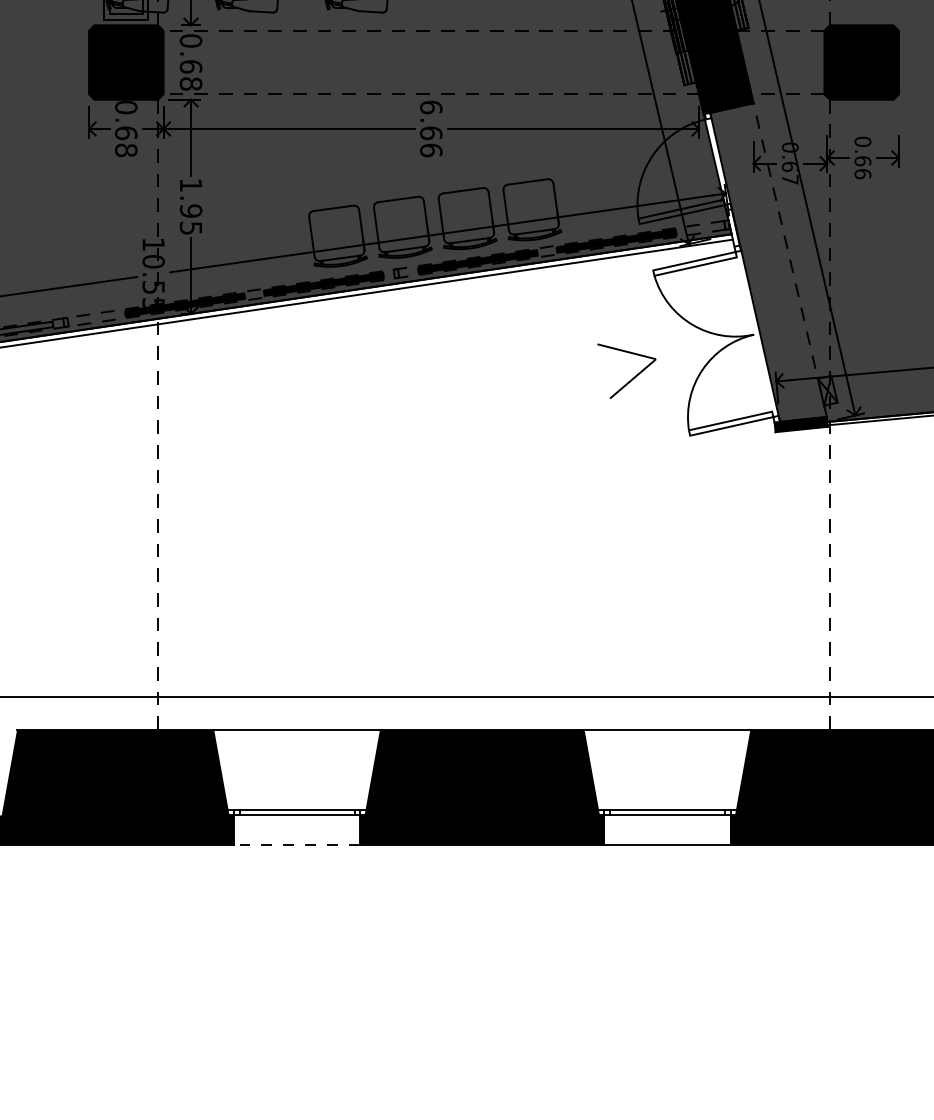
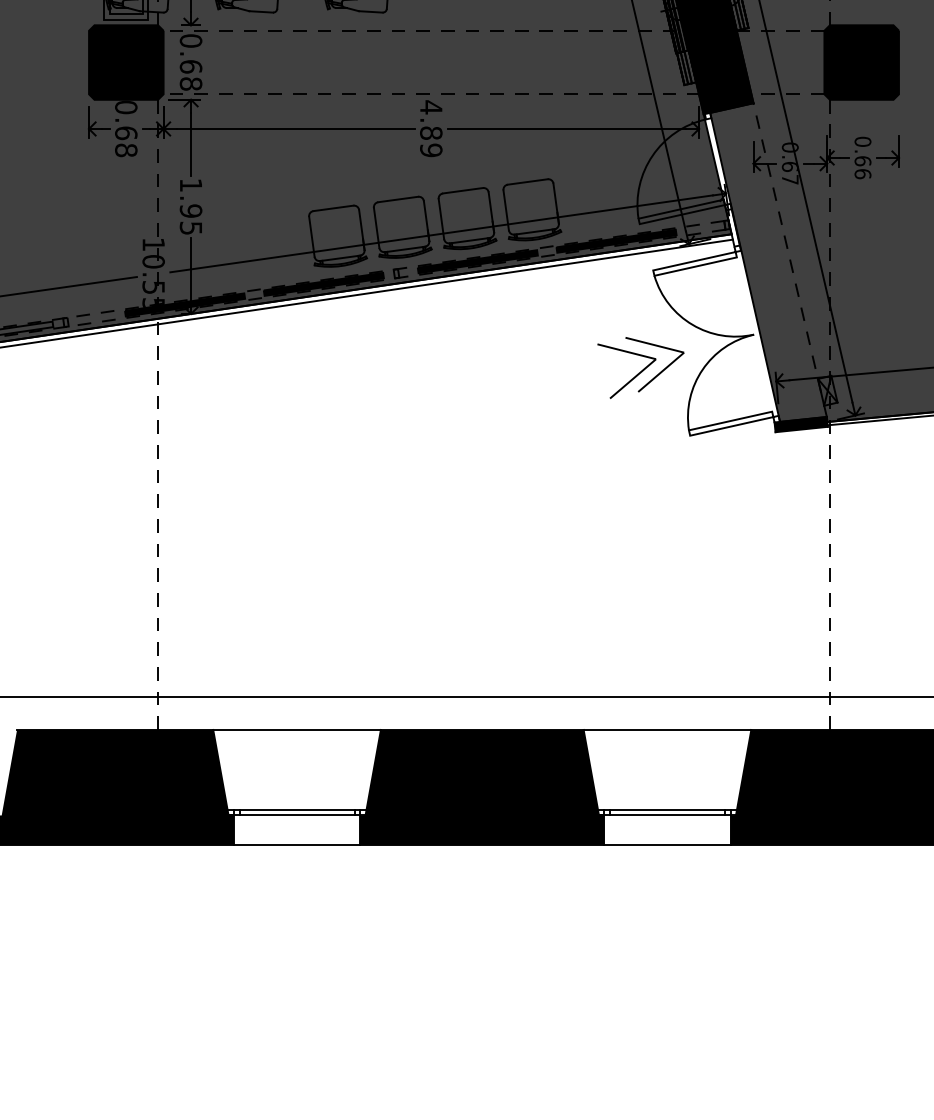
text at (431, 128): 6.66 -> 4.89
part at (661, 370): none -> present
line at (296, 845): dashed -> solid
